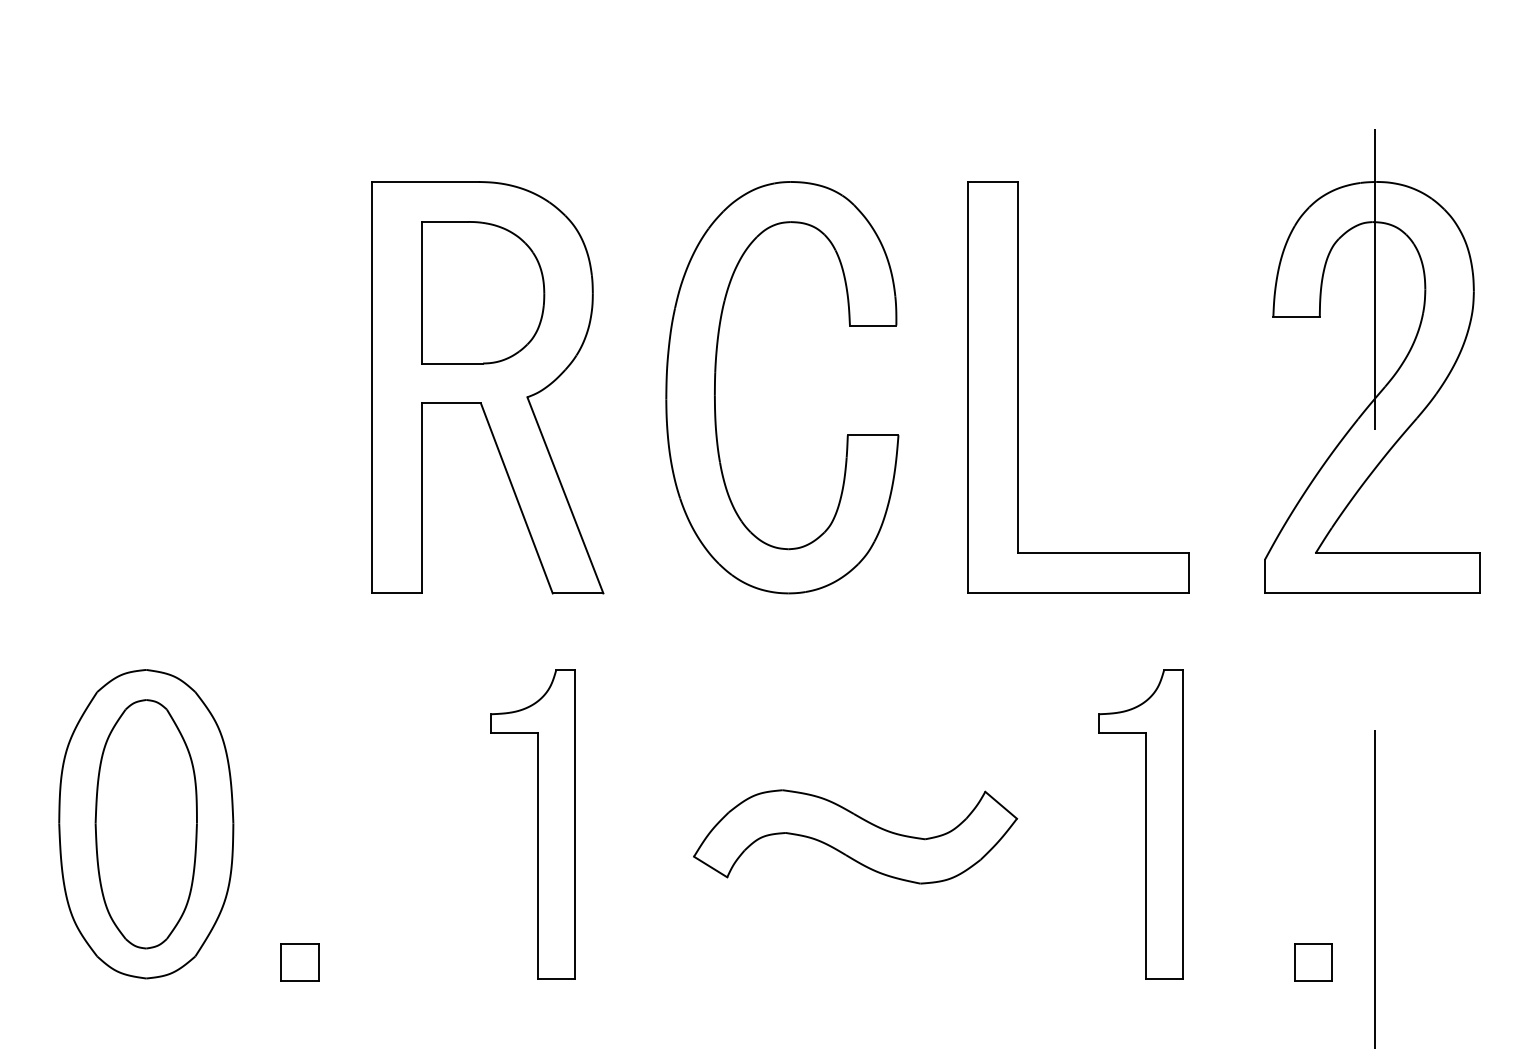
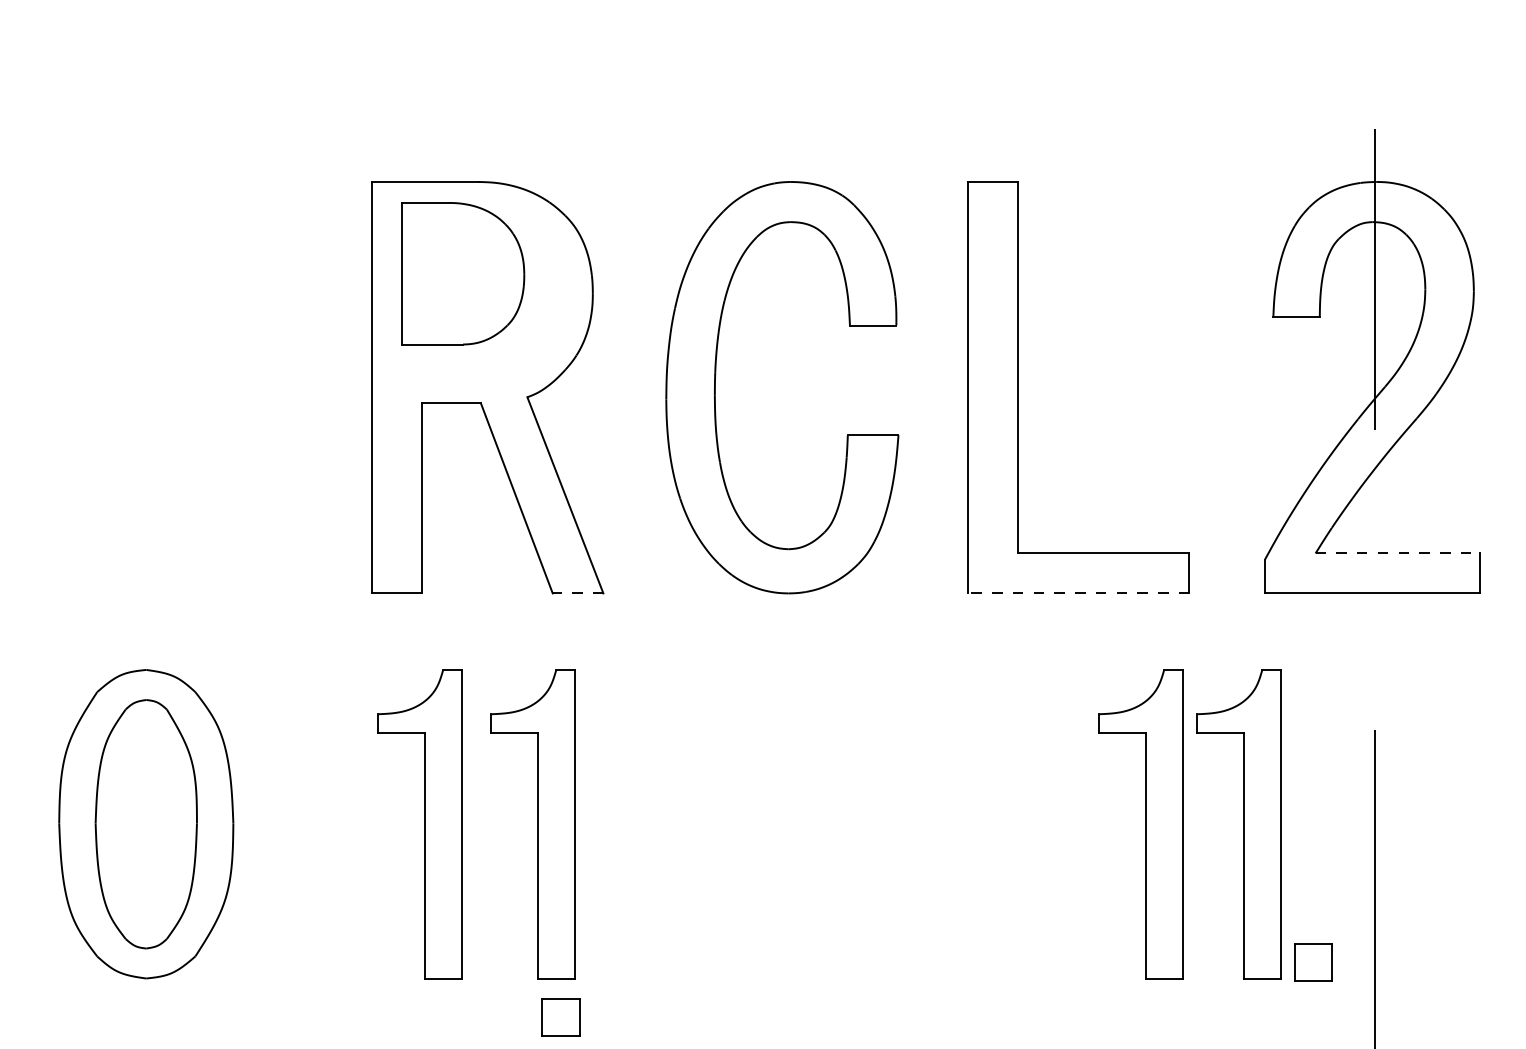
part at (483, 292) position: (483, 292) -> (463, 273)
line at (1398, 553): solid -> dashed
line at (577, 593): solid -> dashed
line at (1078, 593): solid -> dashed
part at (419, 824): none -> present
part at (1238, 824): none -> present
part at (855, 836): present -> none
part at (299, 962) position: (299, 962) -> (560, 1017)
